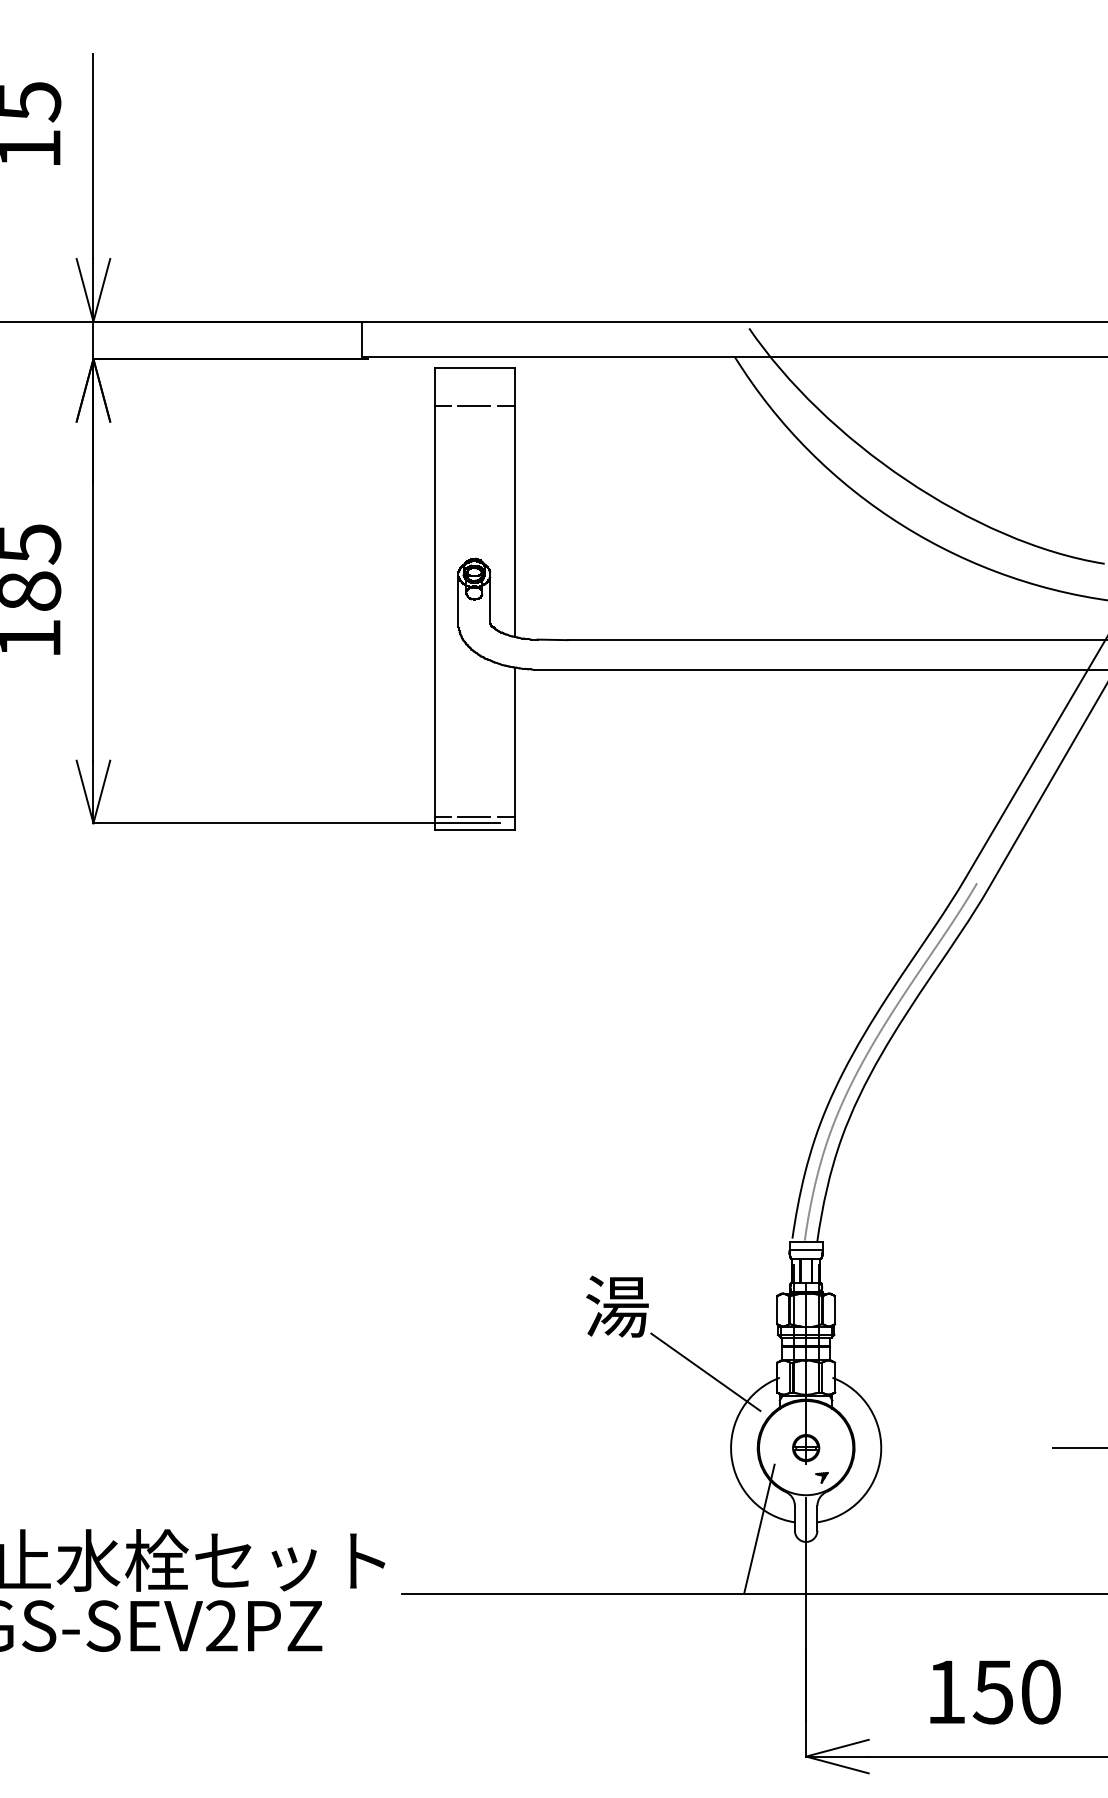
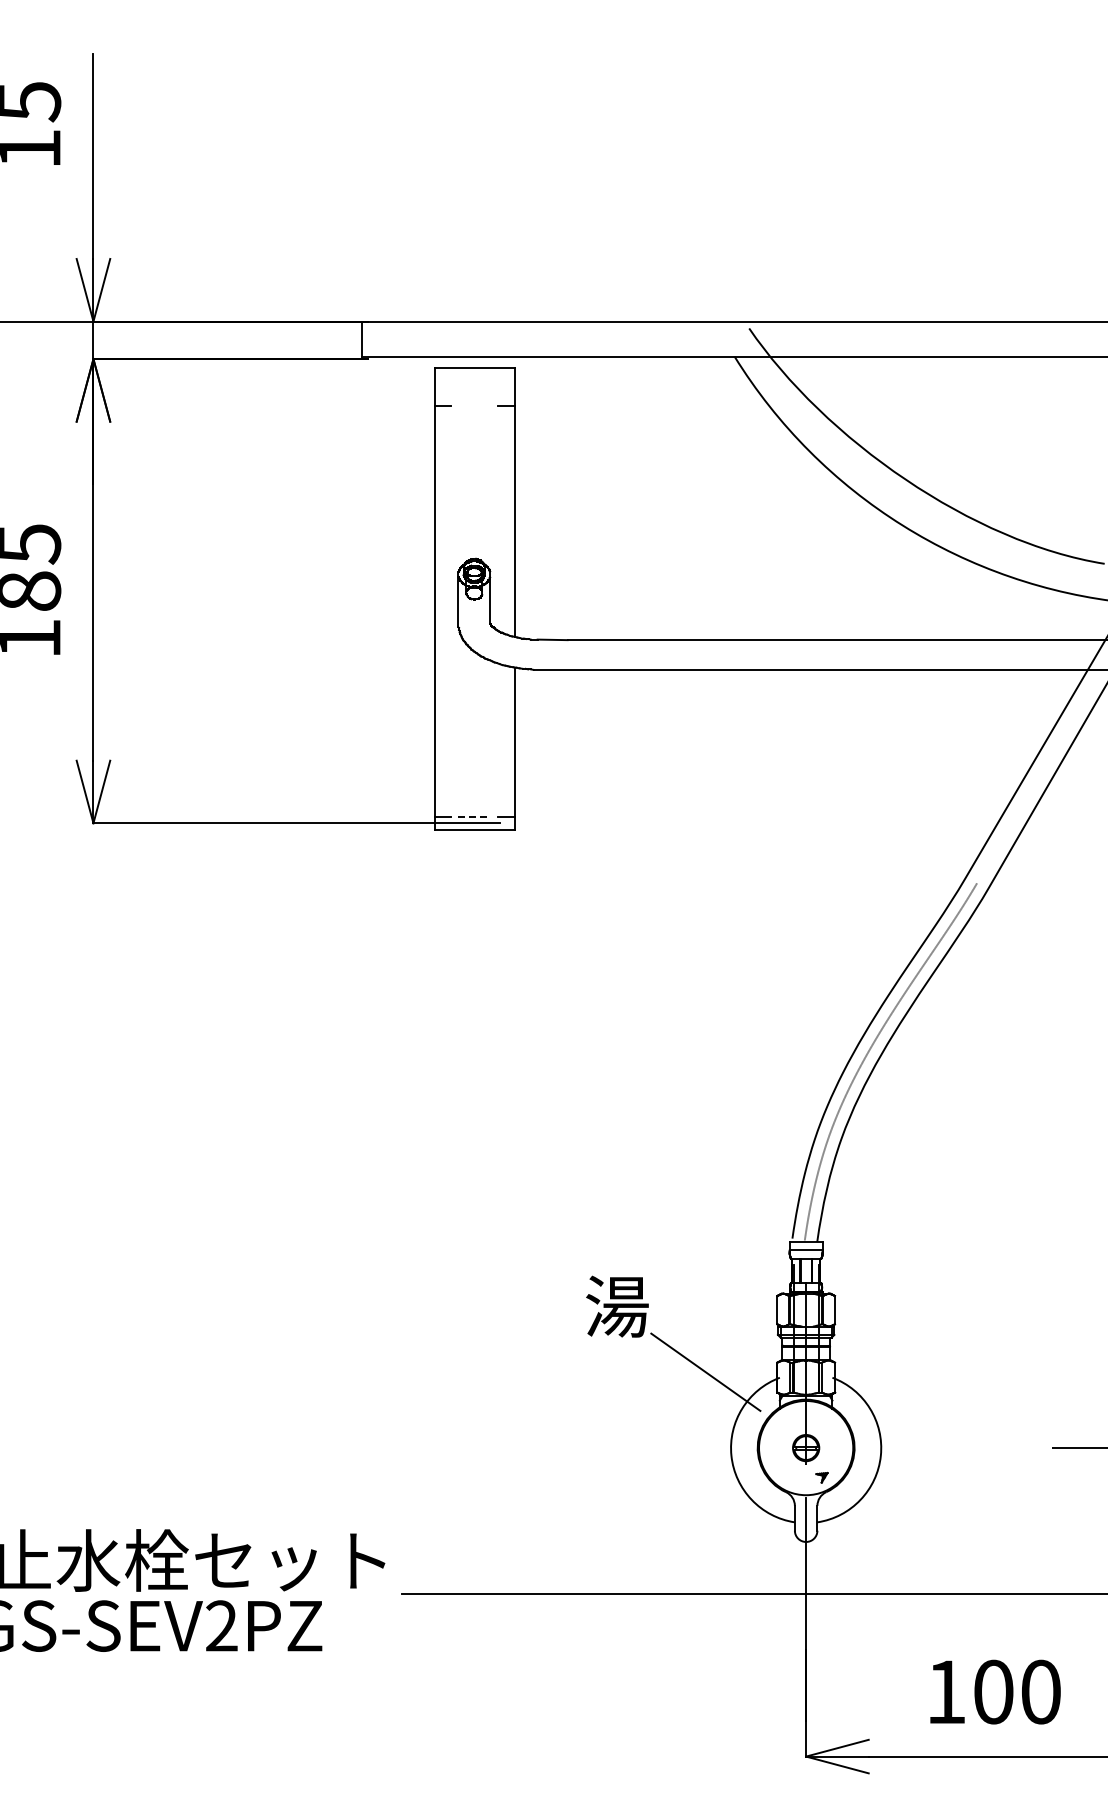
line at (474, 405): present -> none
line at (474, 817): solid -> dashed
line at (759, 1529): present -> none
text at (992, 1691): 150 -> 100
